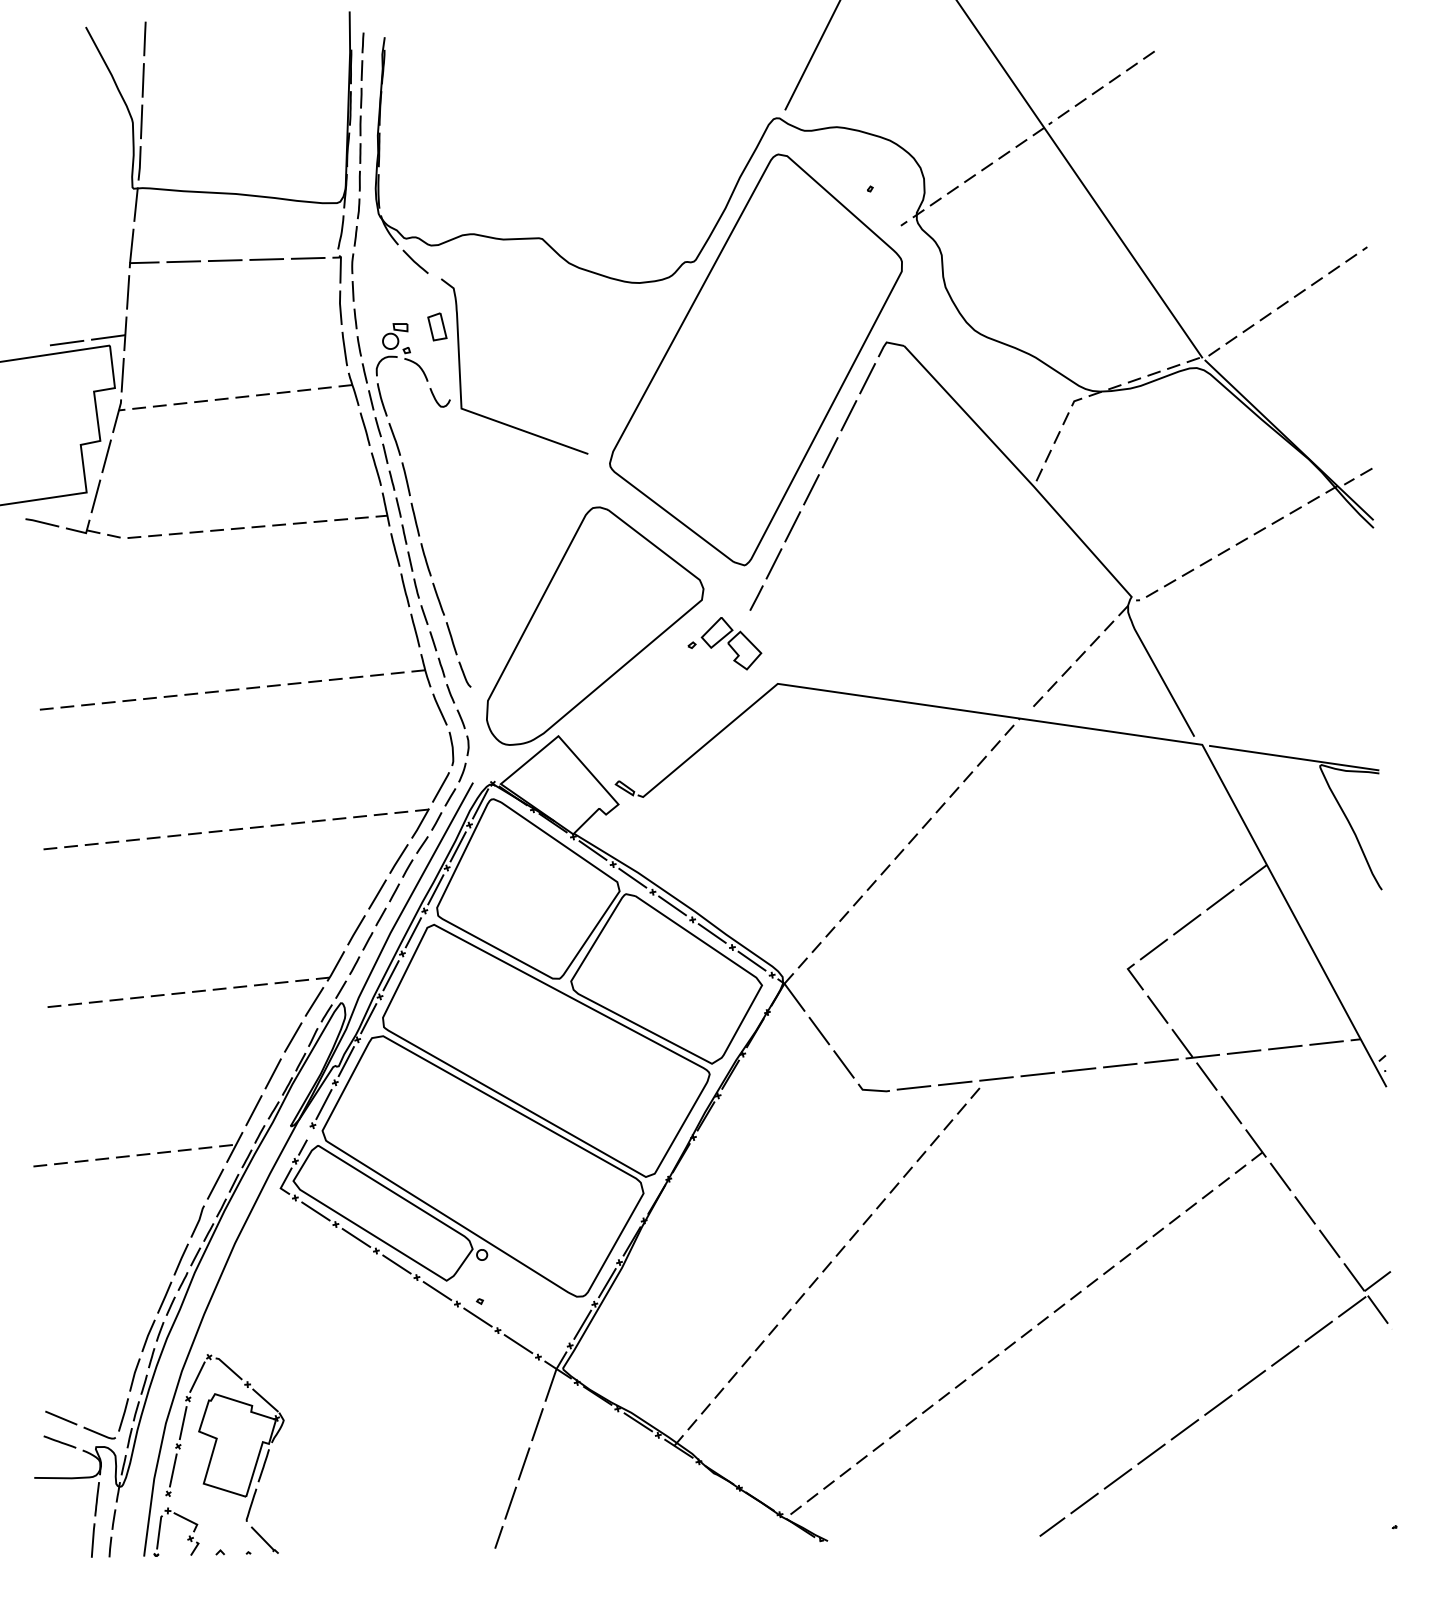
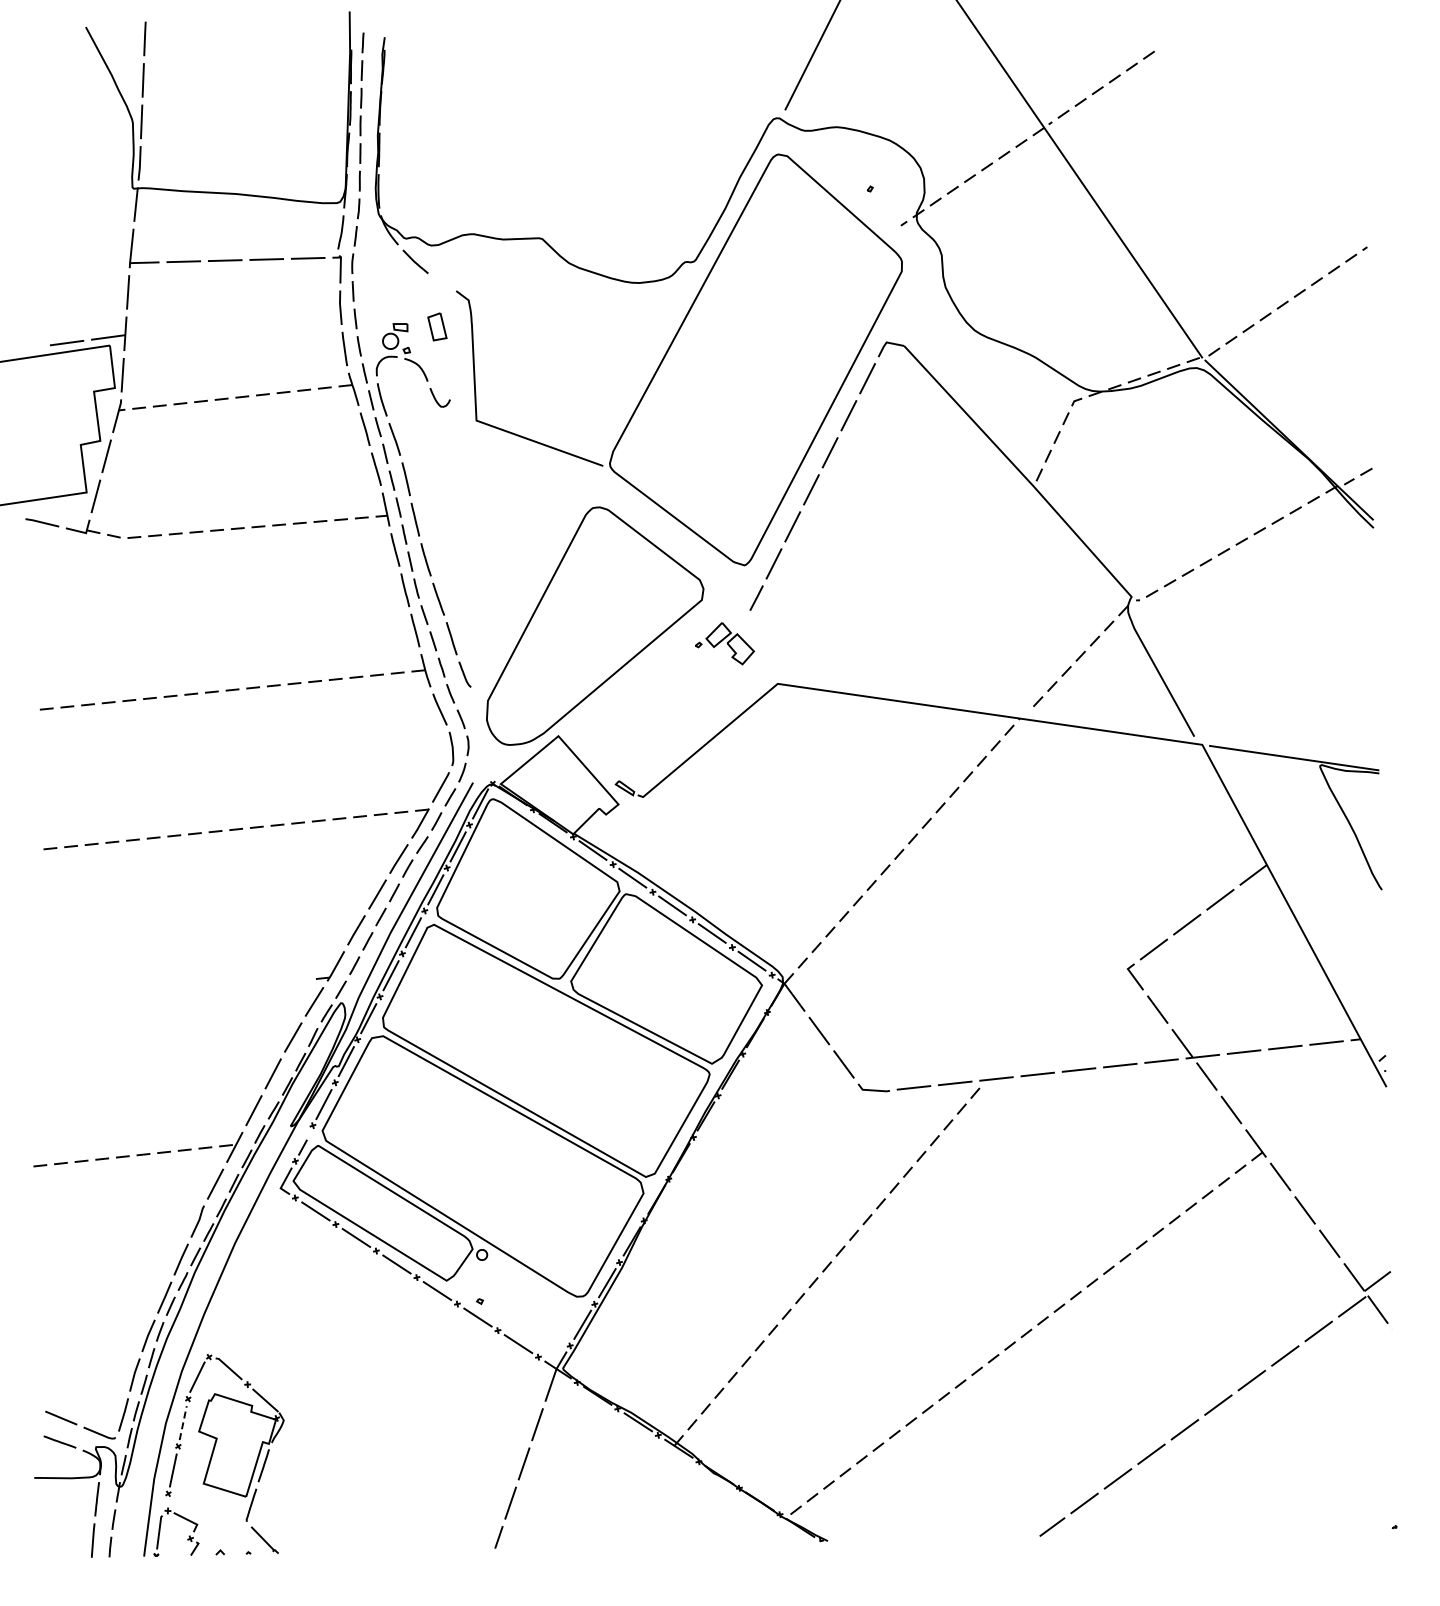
curve at (460, 366) position: (460, 366) -> (475, 378)
part at (724, 643) size: 76x54 px -> 60x44 px
part at (177, 992): present -> none
line at (183, 1422): solid -> dashed
